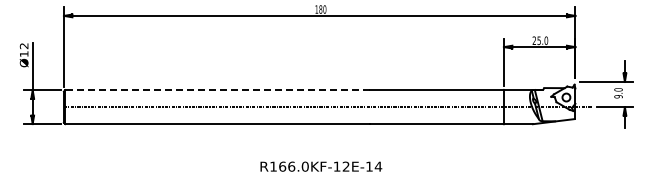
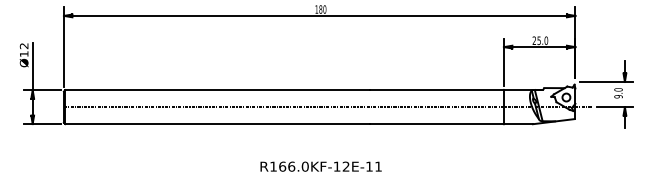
line at (217, 90): dashed -> solid
text at (378, 166): R166.0KF-12E-14 -> R166.0KF-12E-11
